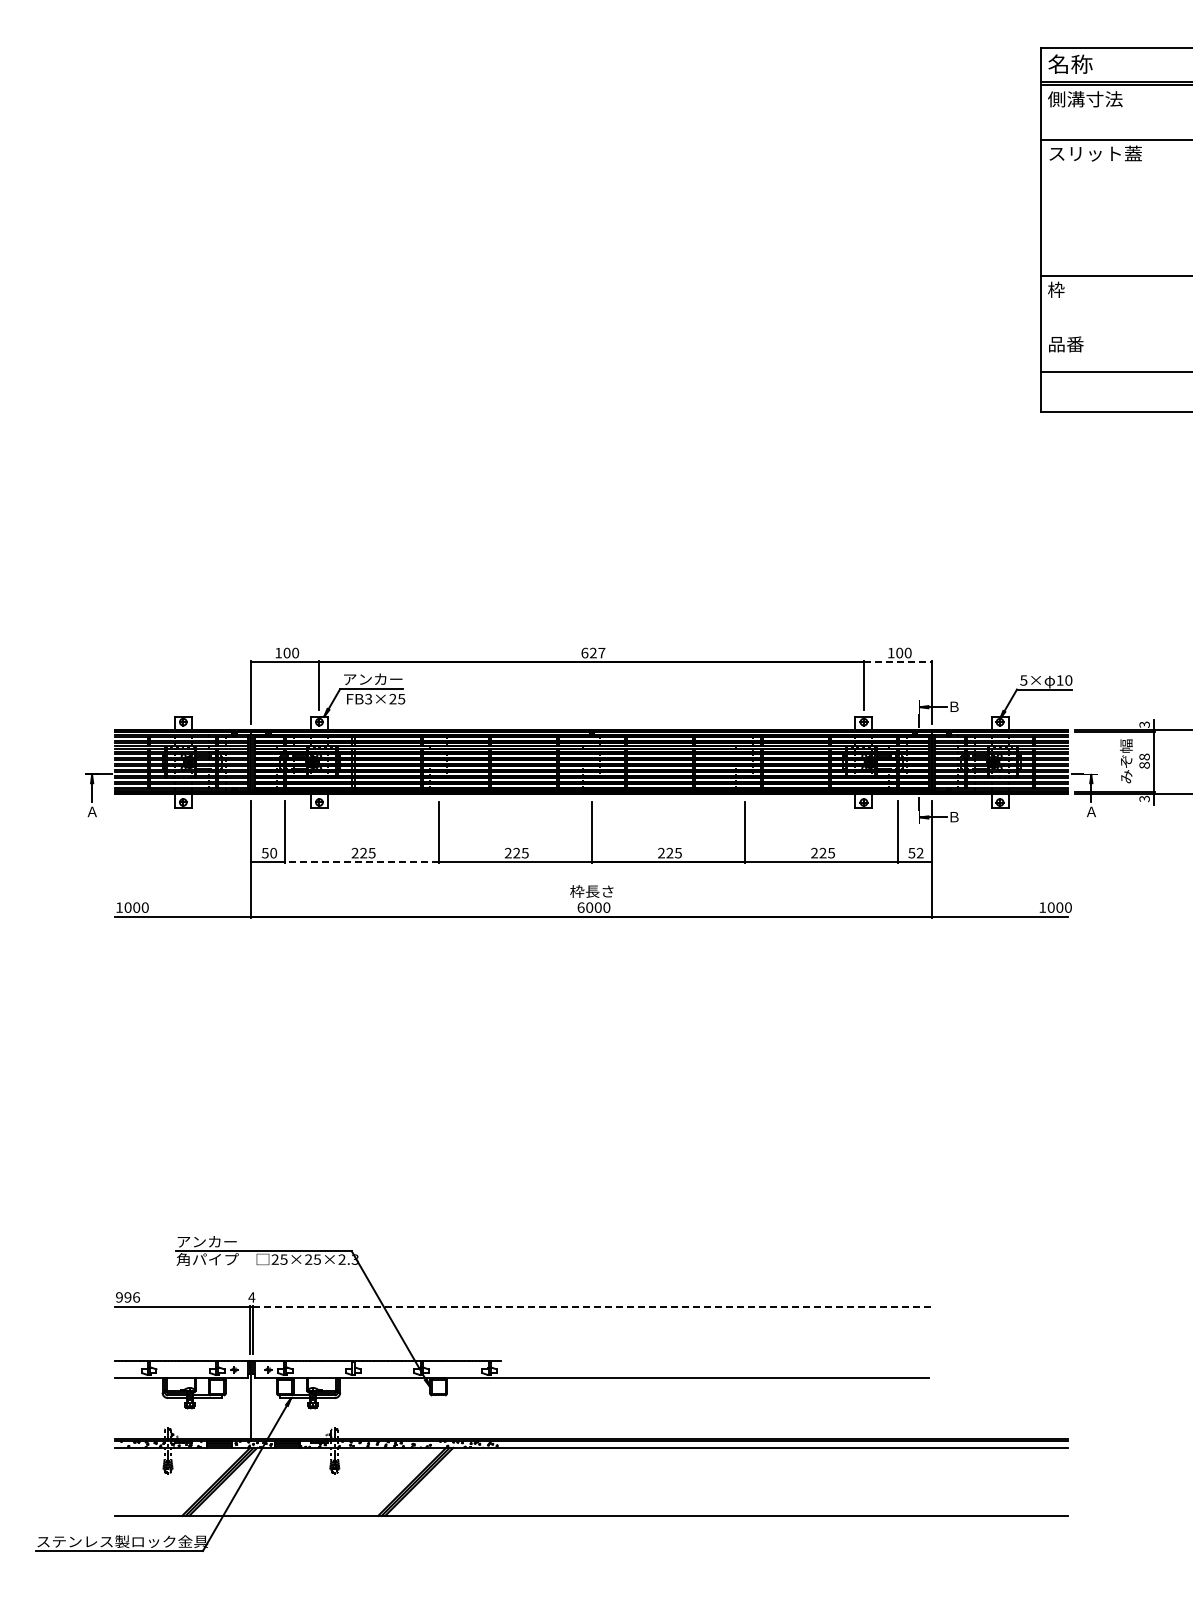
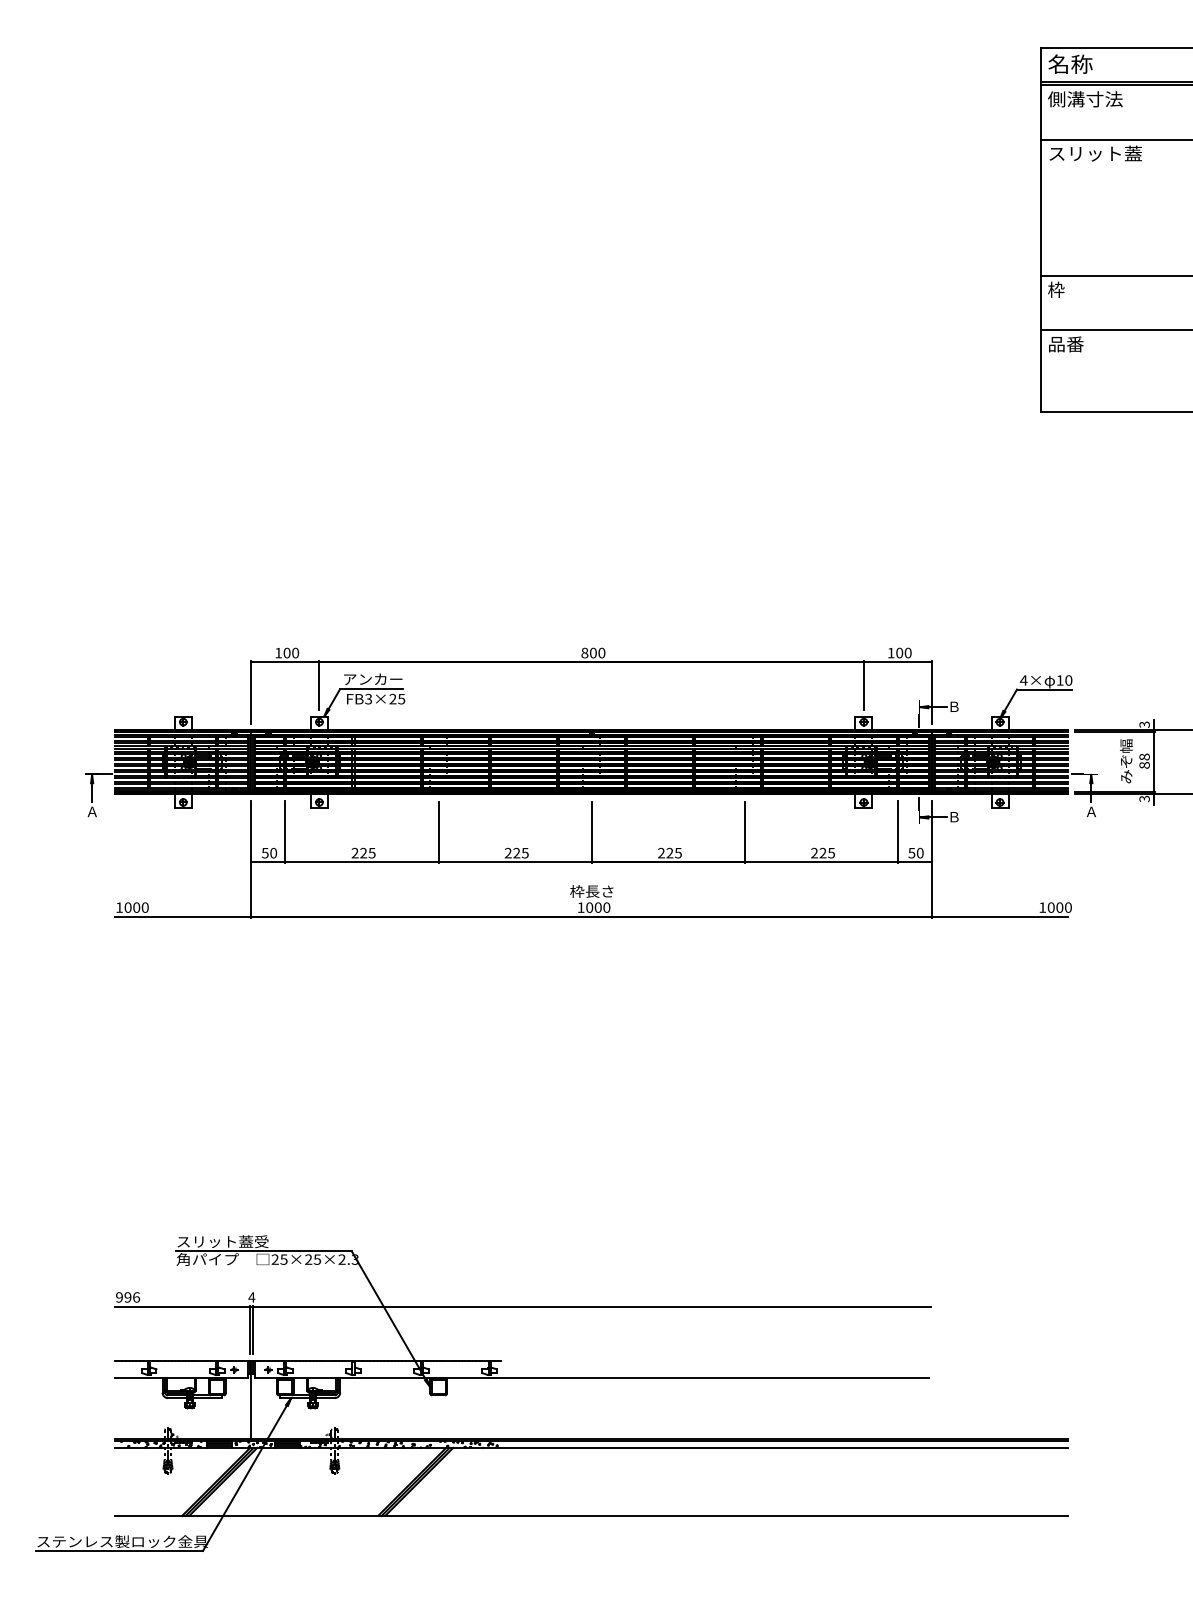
line at (1114, 372) position: (1114, 372) -> (1114, 330)
text at (593, 652): 627 -> 800
line at (898, 662): dashed -> solid
text at (1023, 680): 5× -> 4×
text at (920, 853): 52 -> 50
line at (362, 862): dashed -> solid
text at (580, 907): 6000 -> 1000
text at (222, 1241): アンカー -> スリット蓋受
line at (591, 1306): dashed -> solid
